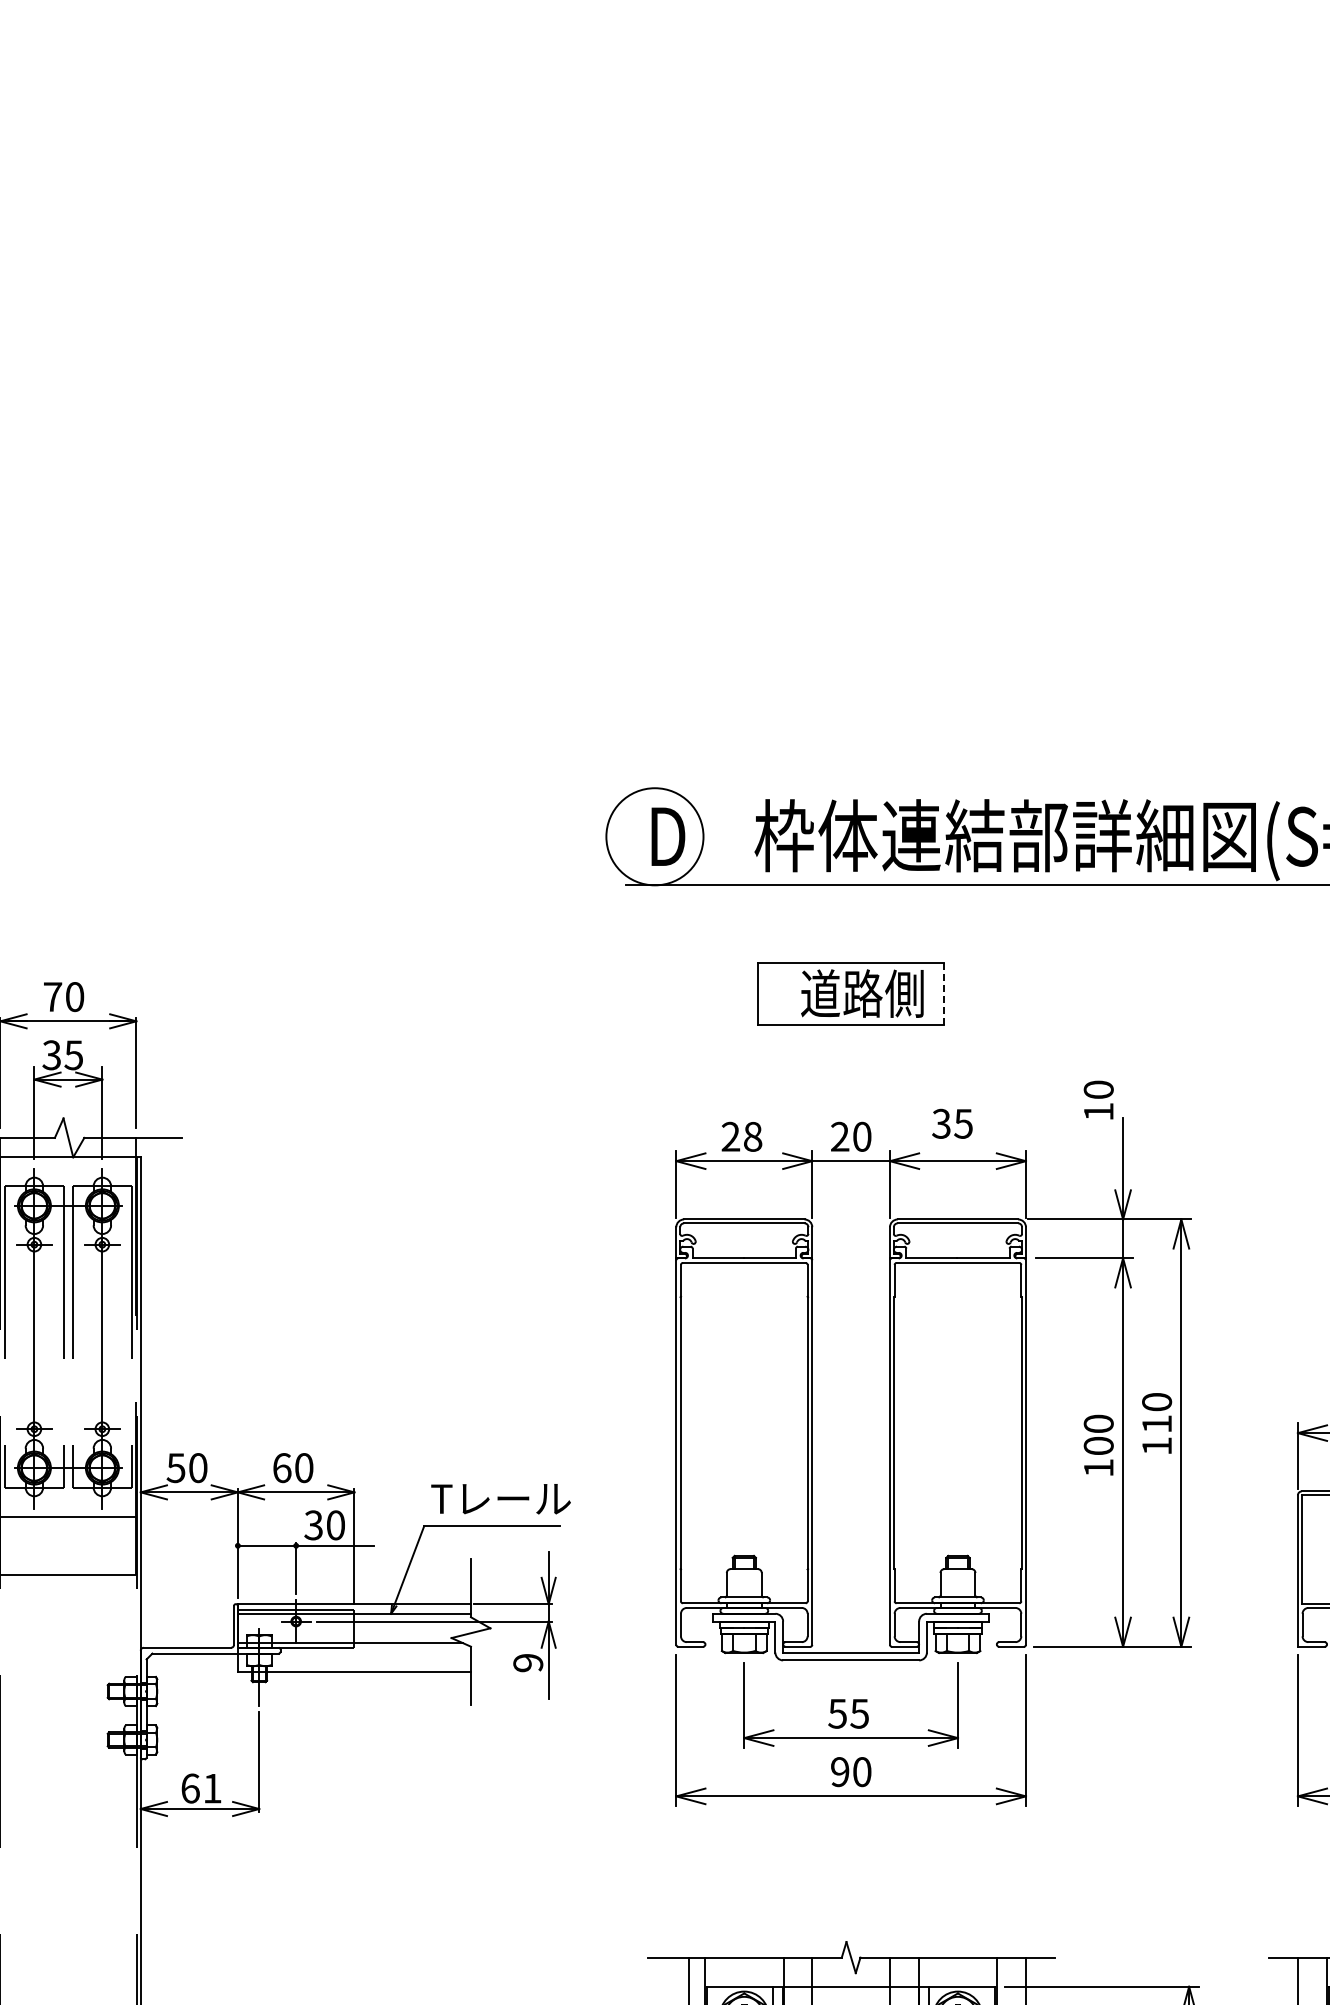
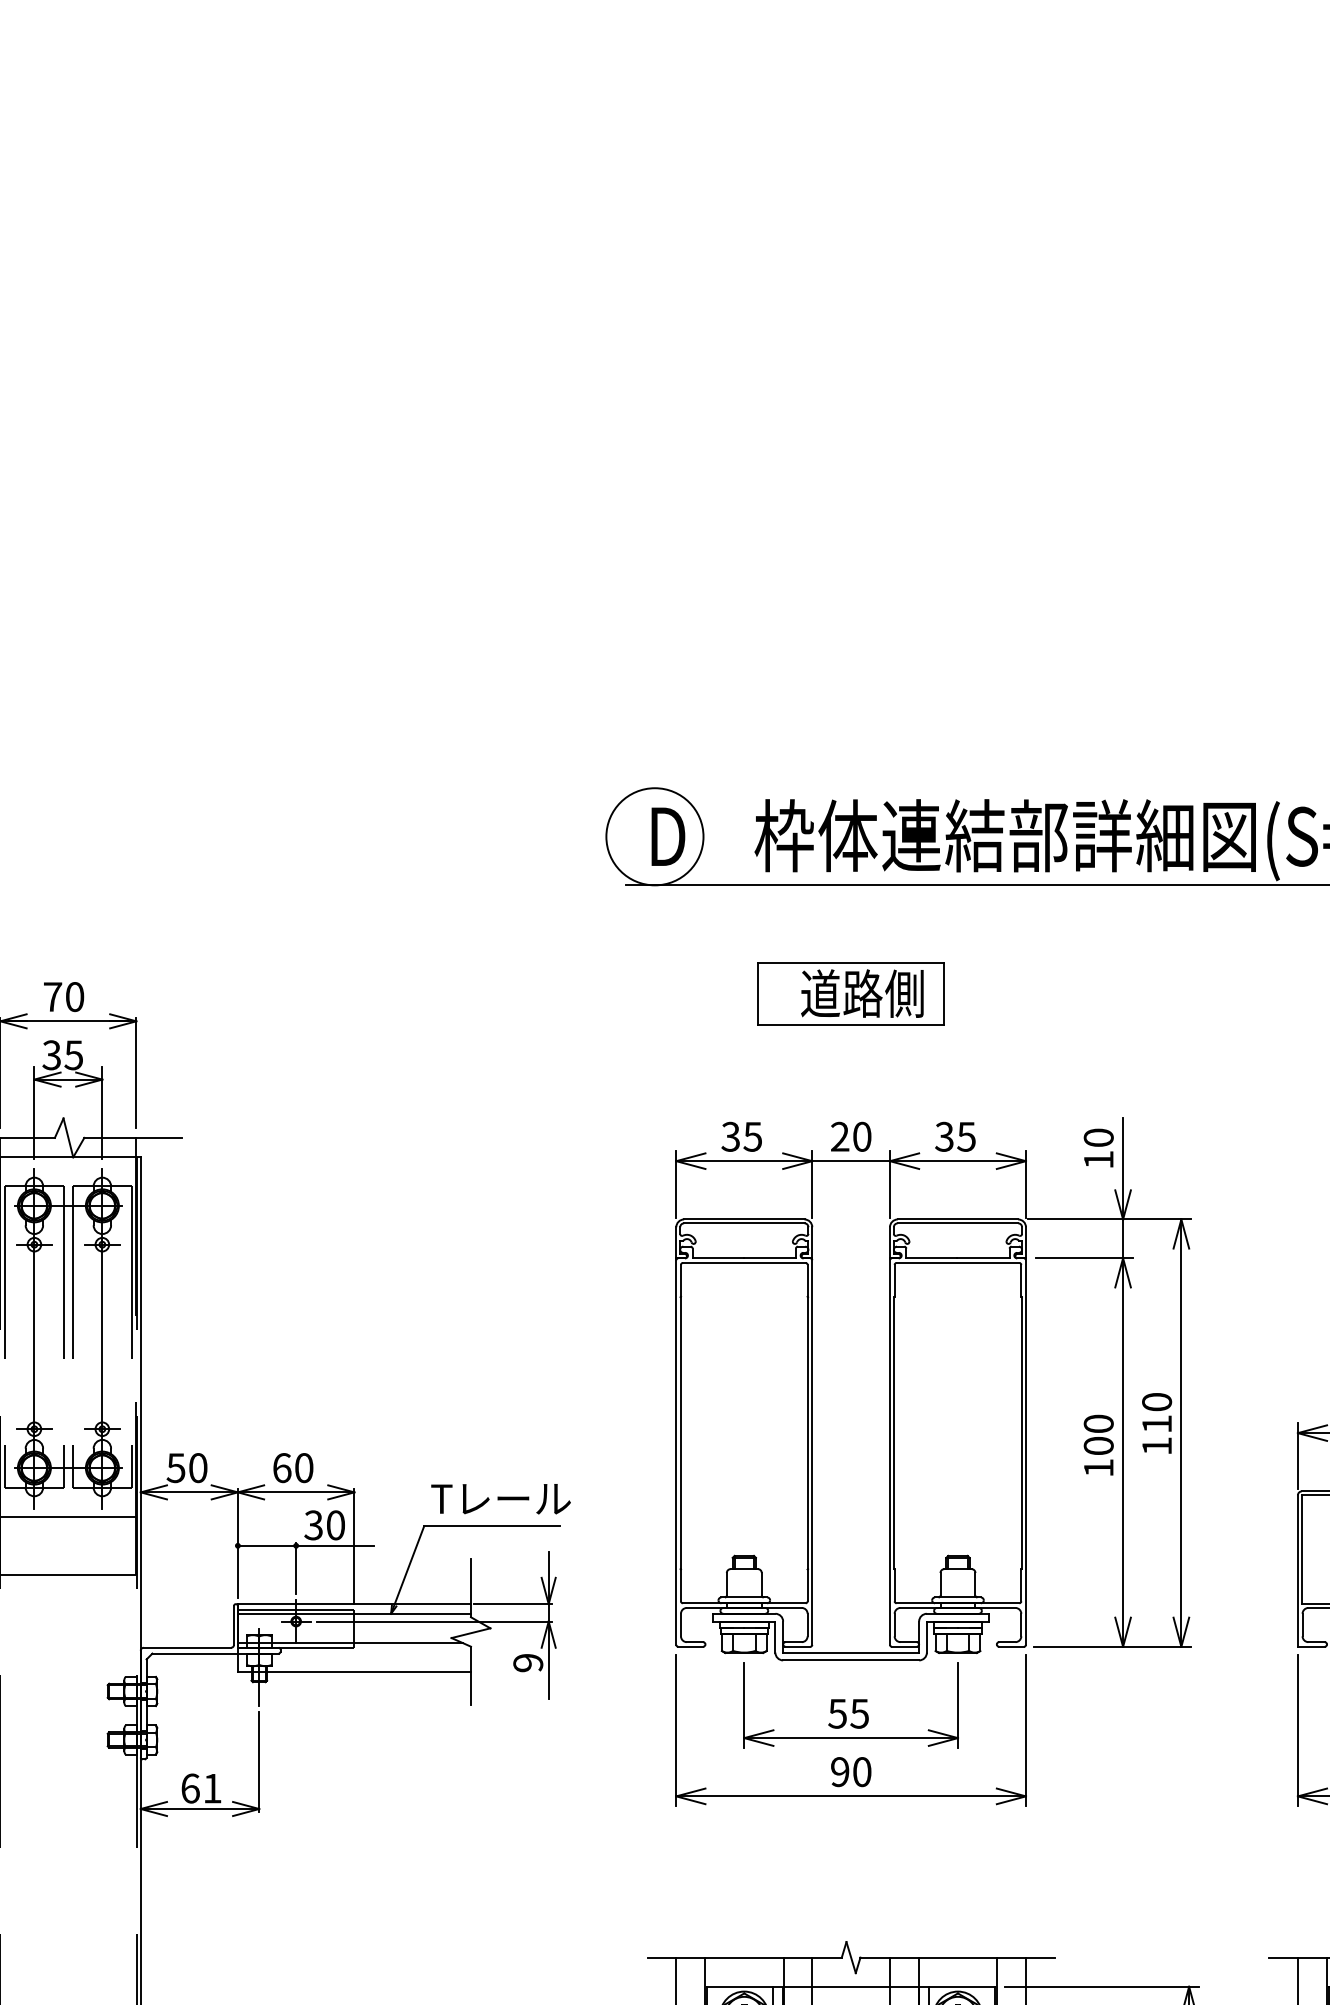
line at (944, 994): dashed -> solid
text at (1098, 1099) position: (1098, 1099) -> (1098, 1147)
text at (952, 1123) position: (952, 1123) -> (955, 1136)
text at (741, 1136): 28 -> 35
line at (689, 1979) position: (689, 1979) -> (676, 1979)
